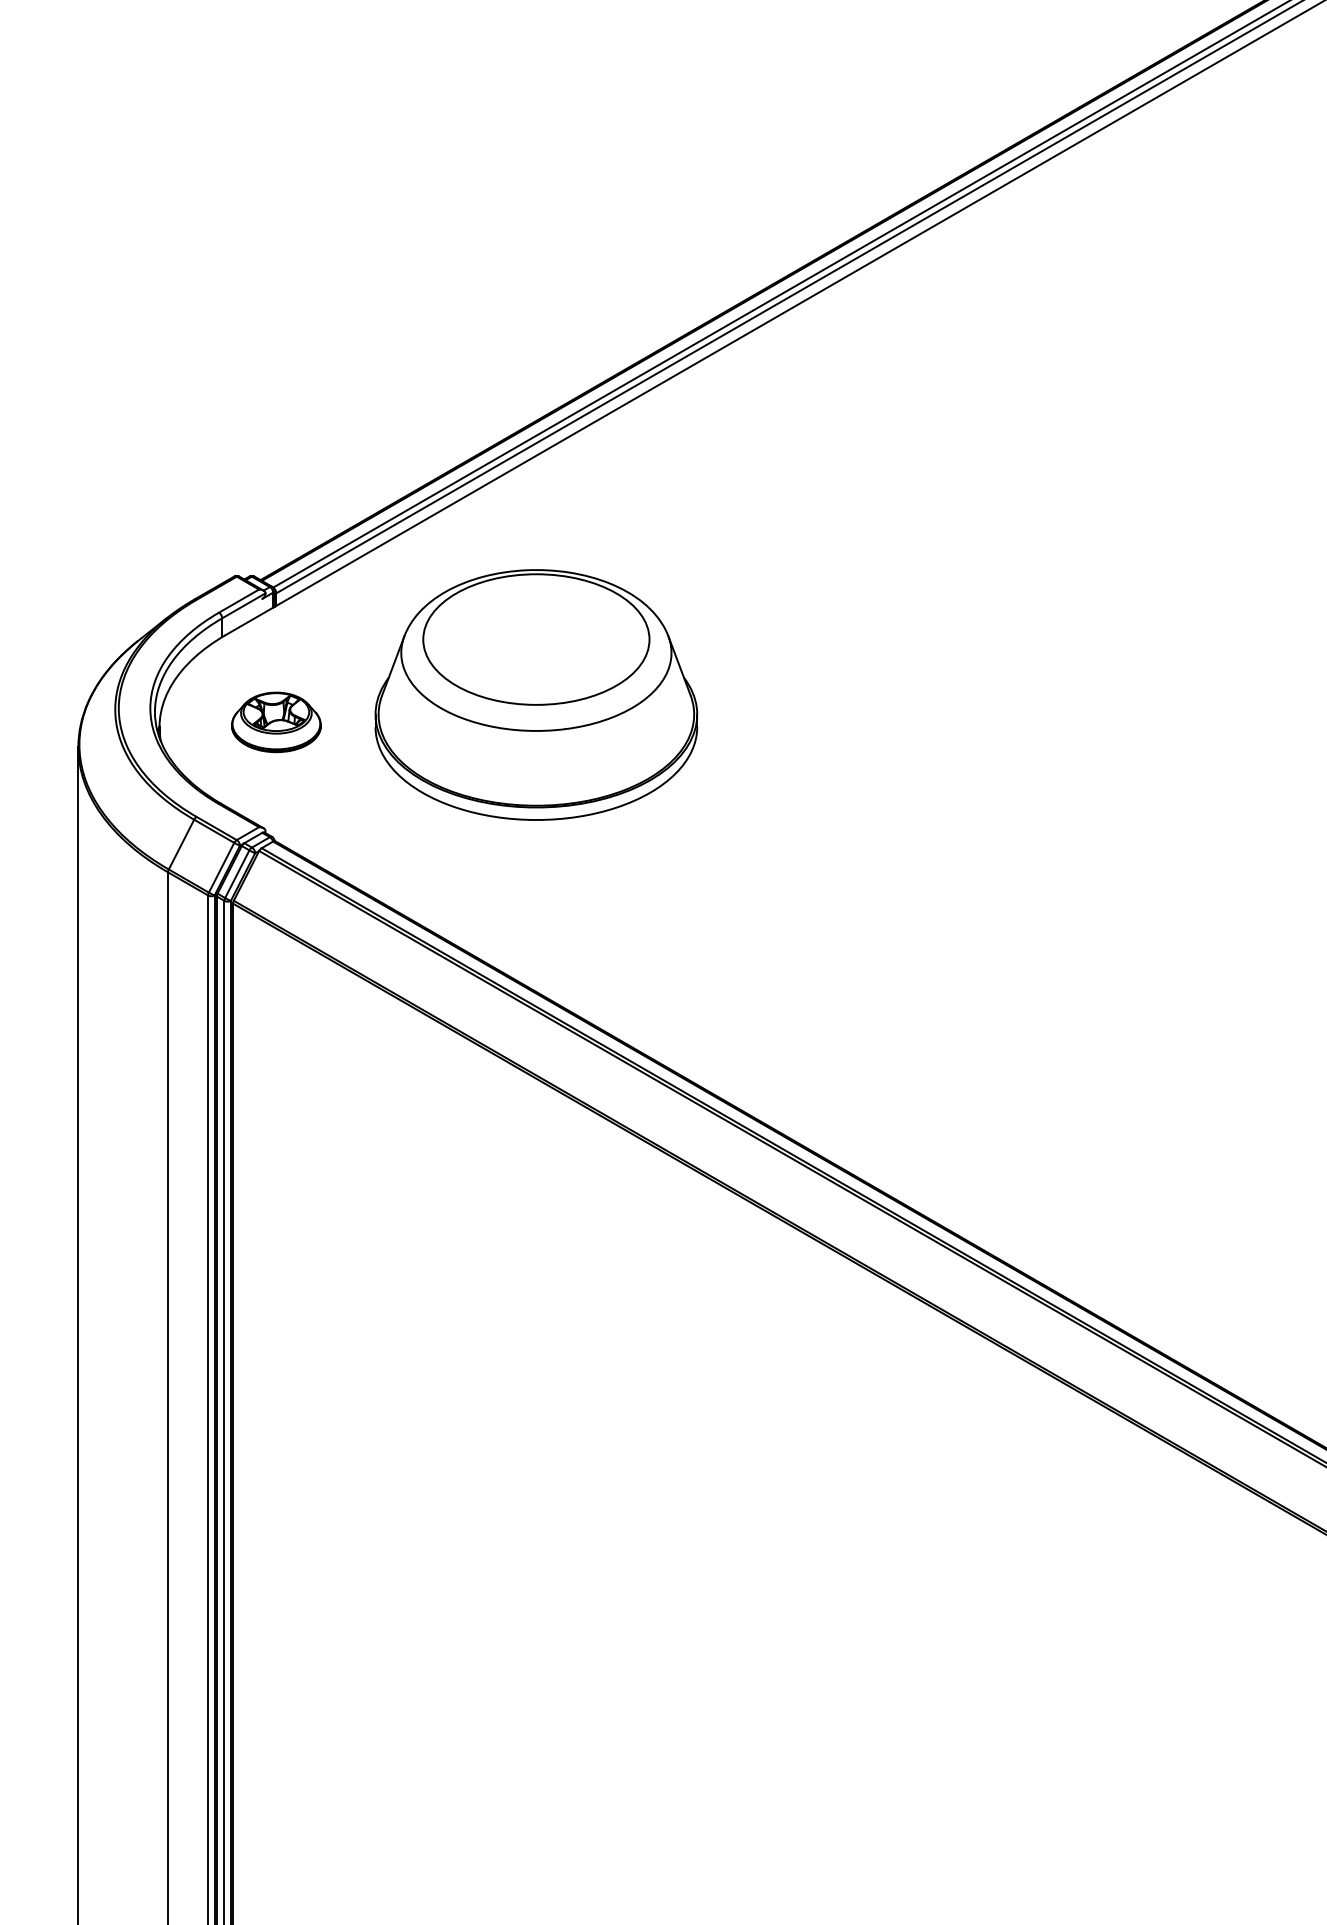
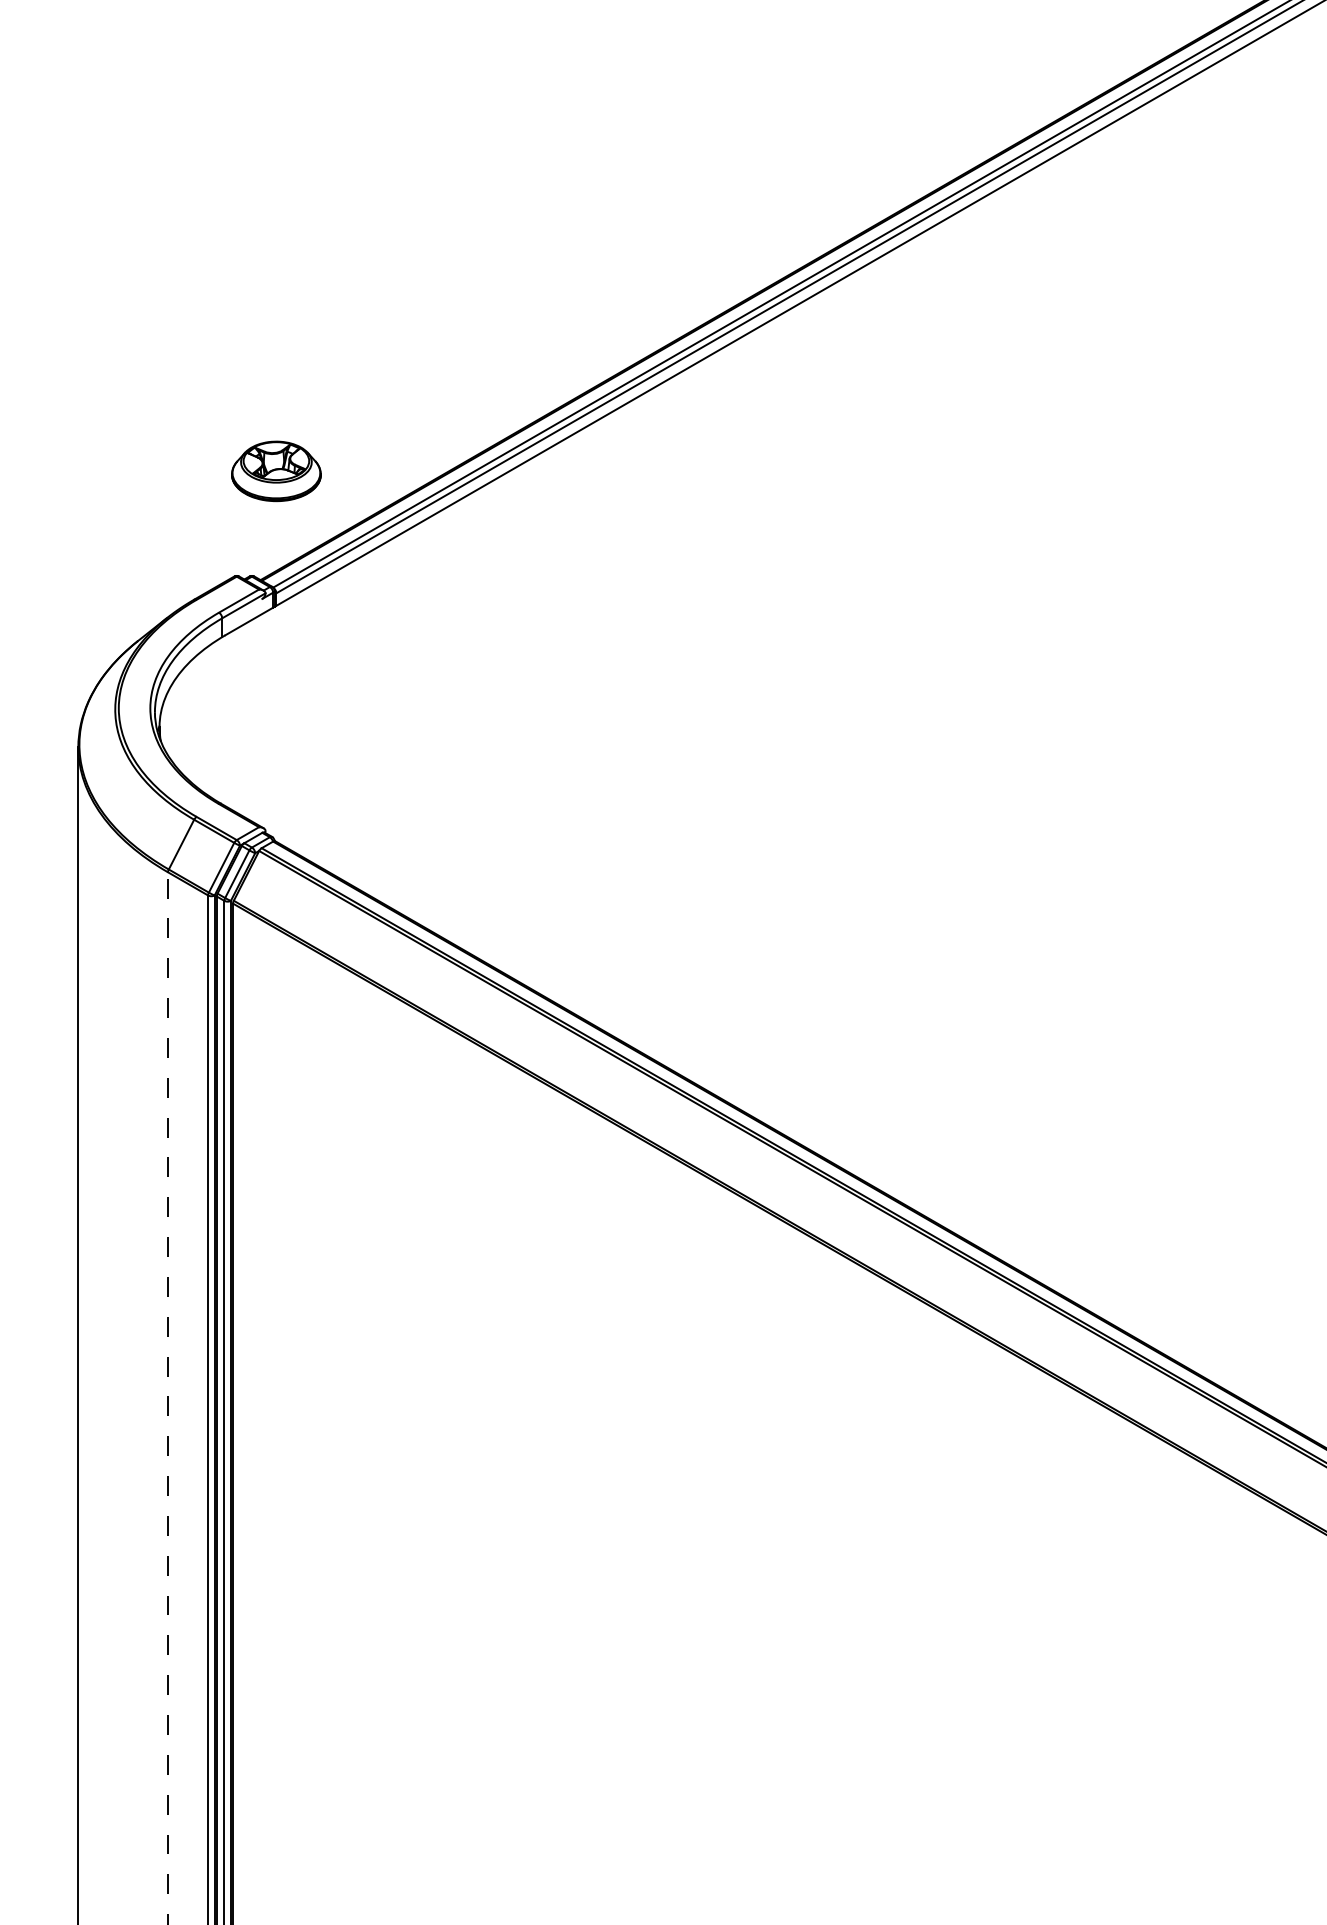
part at (536, 694): present -> none
part at (276, 722) position: (276, 722) -> (276, 471)
line at (168, 1398): solid -> dashed
